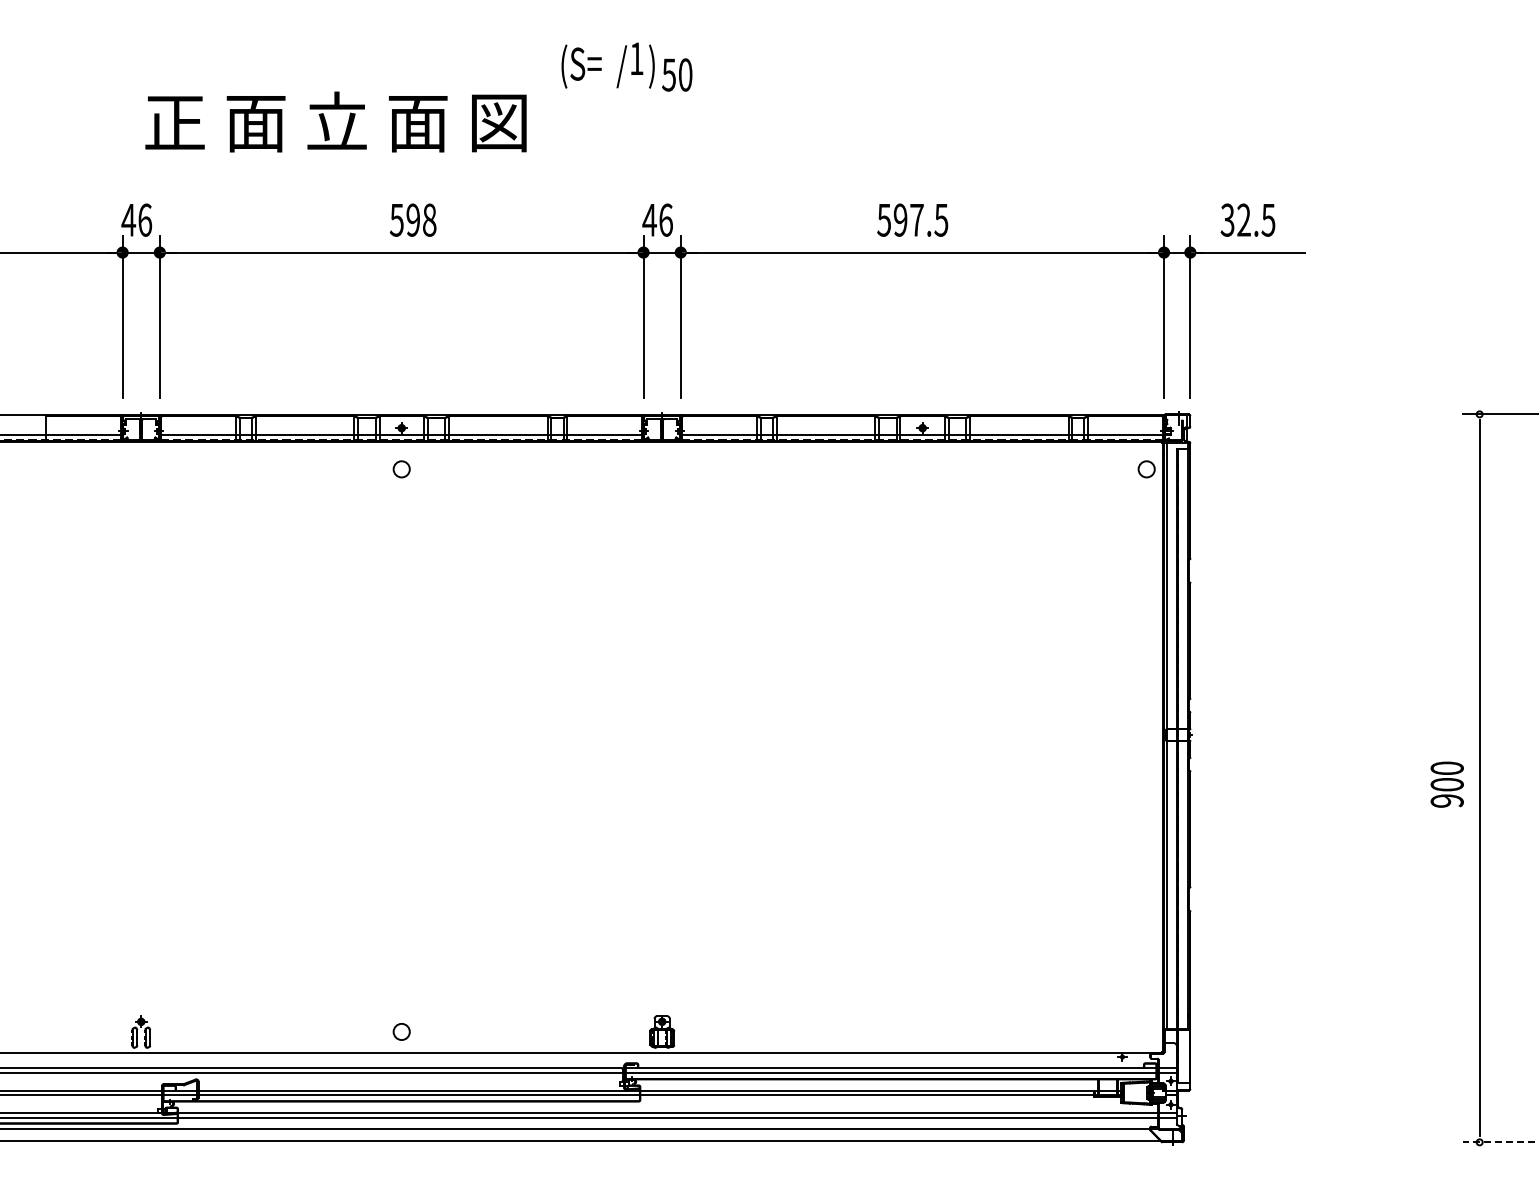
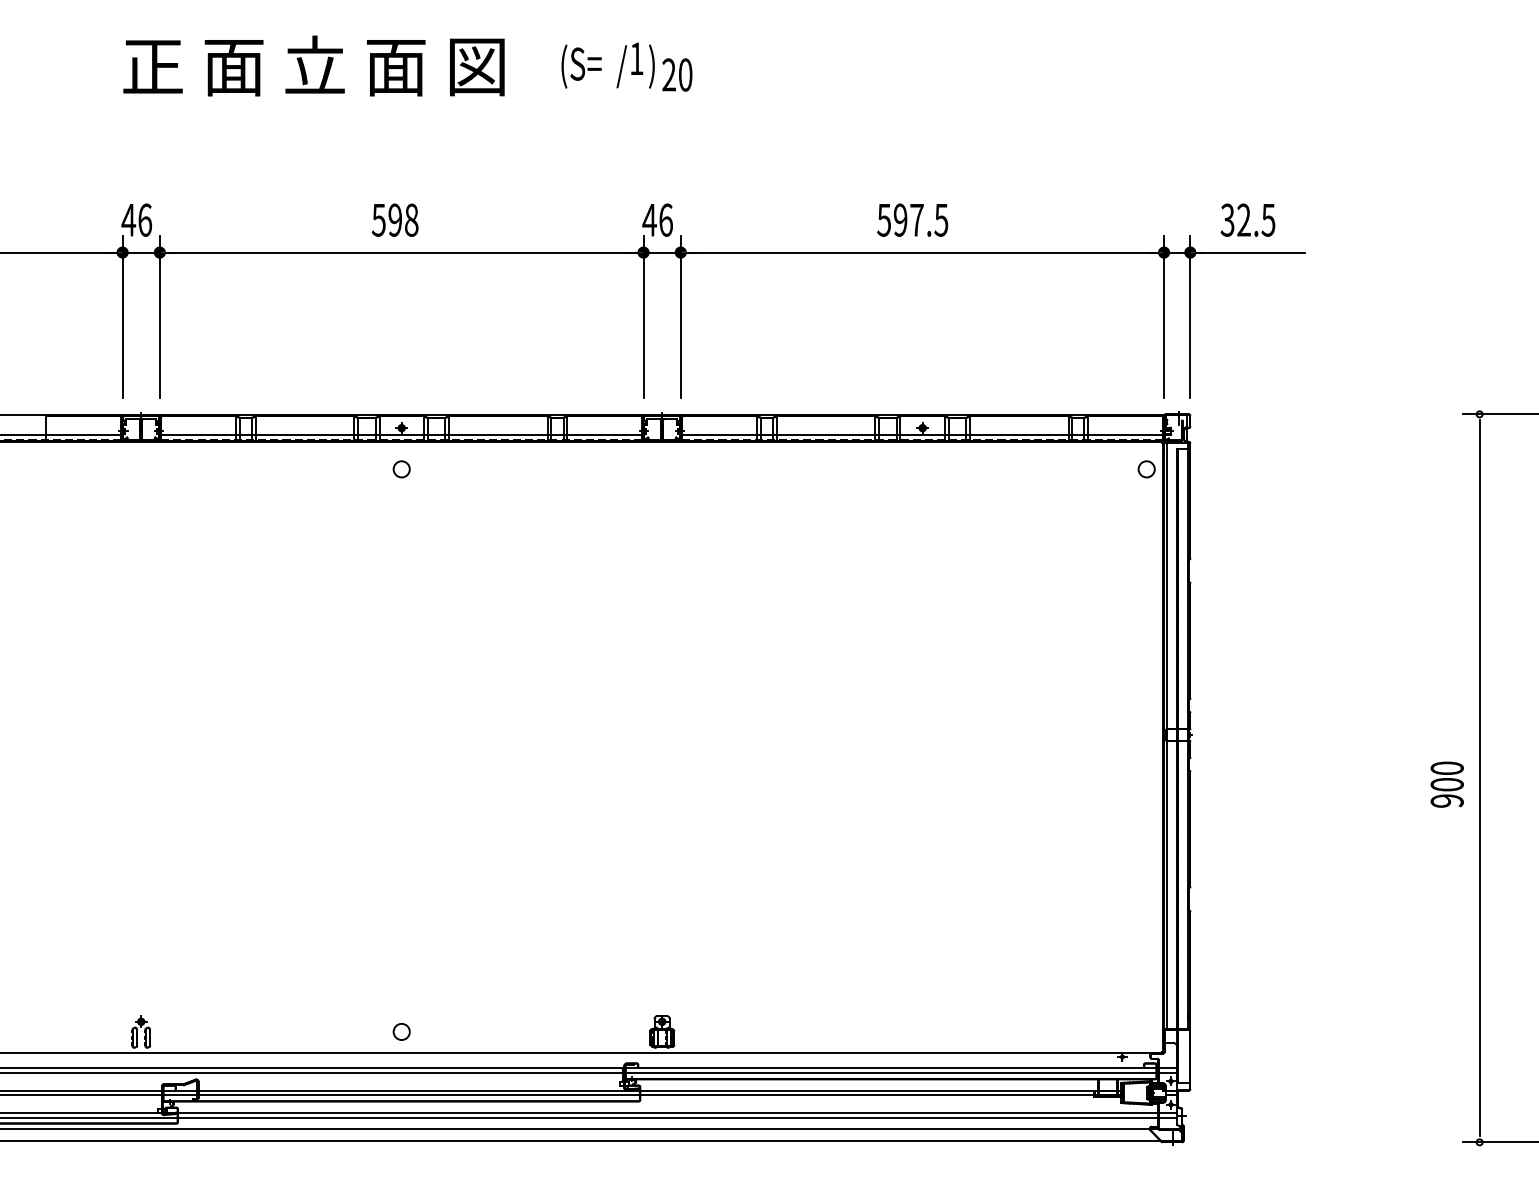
text at (668, 74): 50 -> 20
text at (335, 121) position: (335, 121) -> (313, 65)
text at (412, 219) position: (412, 219) -> (394, 219)
line at (1500, 1142): dashed -> solid
